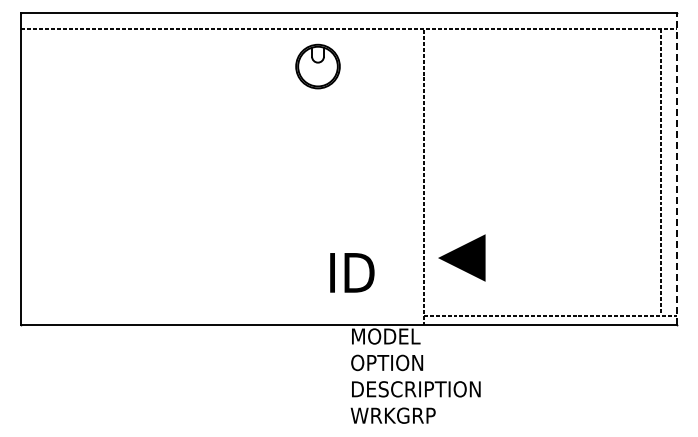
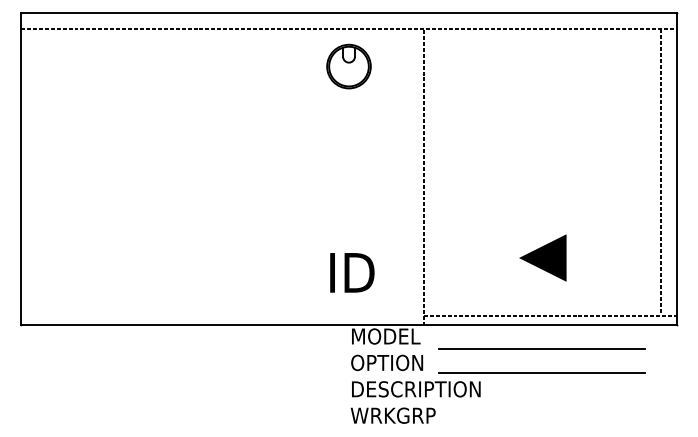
part at (317, 66) position: (317, 66) -> (348, 66)
line at (677, 168): dashed -> solid
line at (461, 257) position: (461, 257) -> (542, 257)
line at (542, 349): none -> present
line at (542, 373): none -> present
